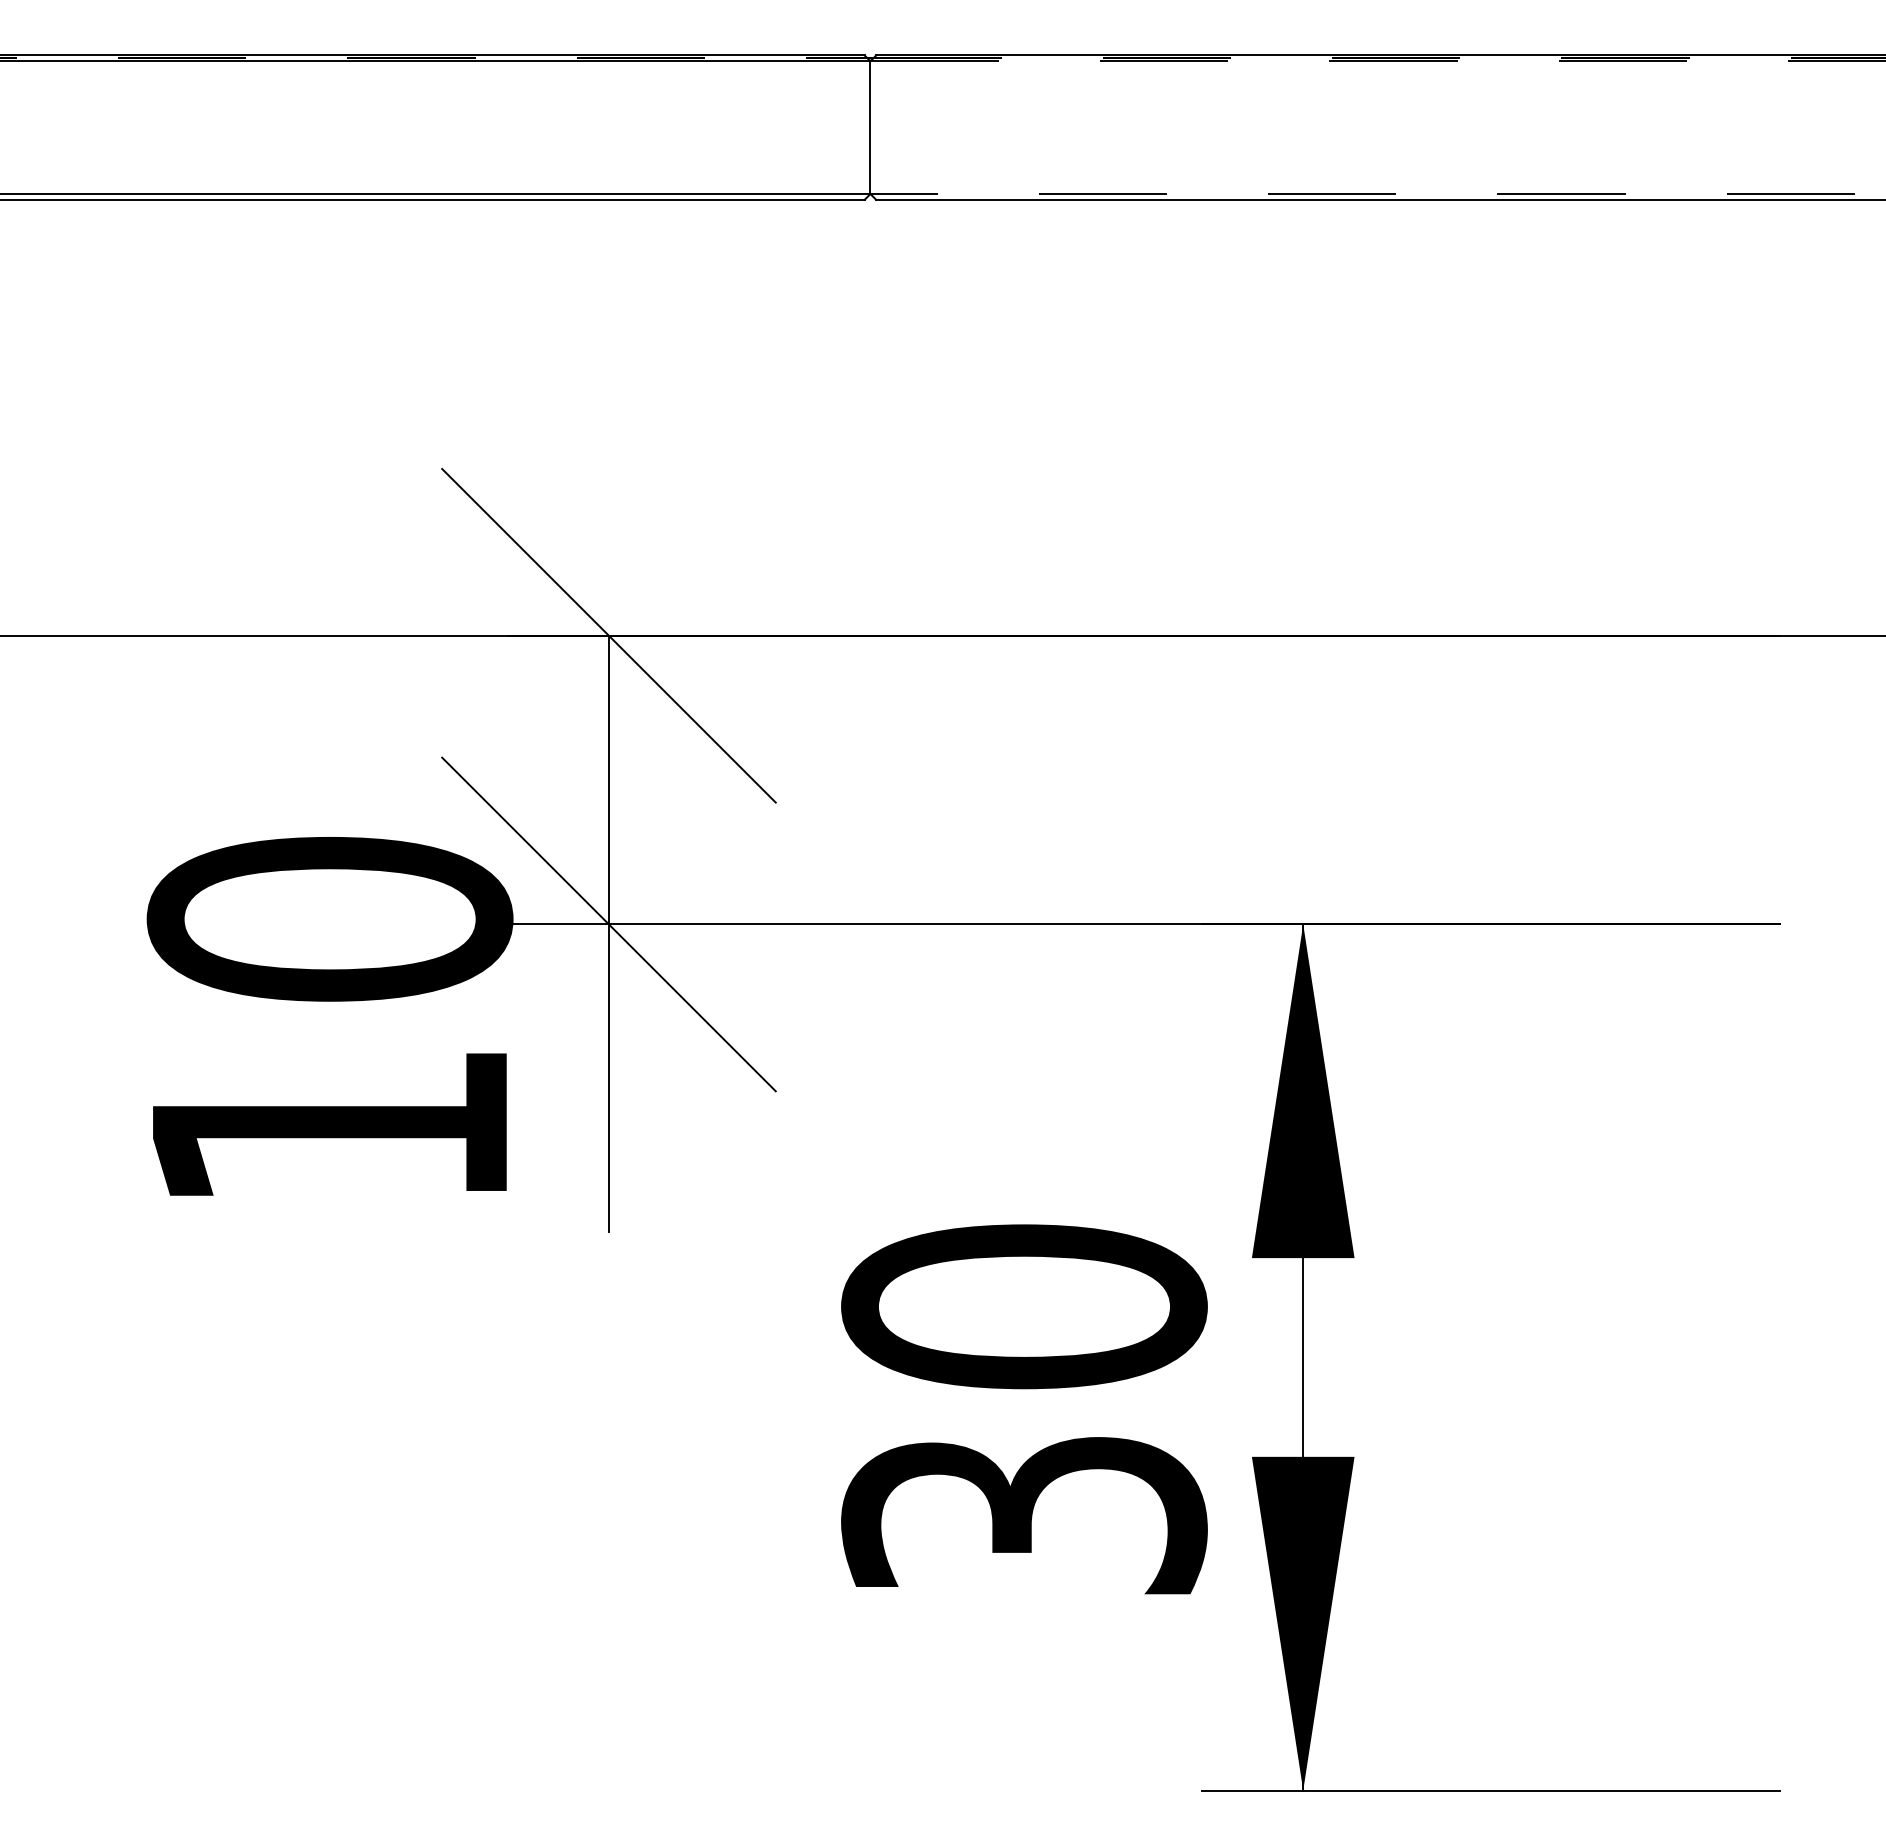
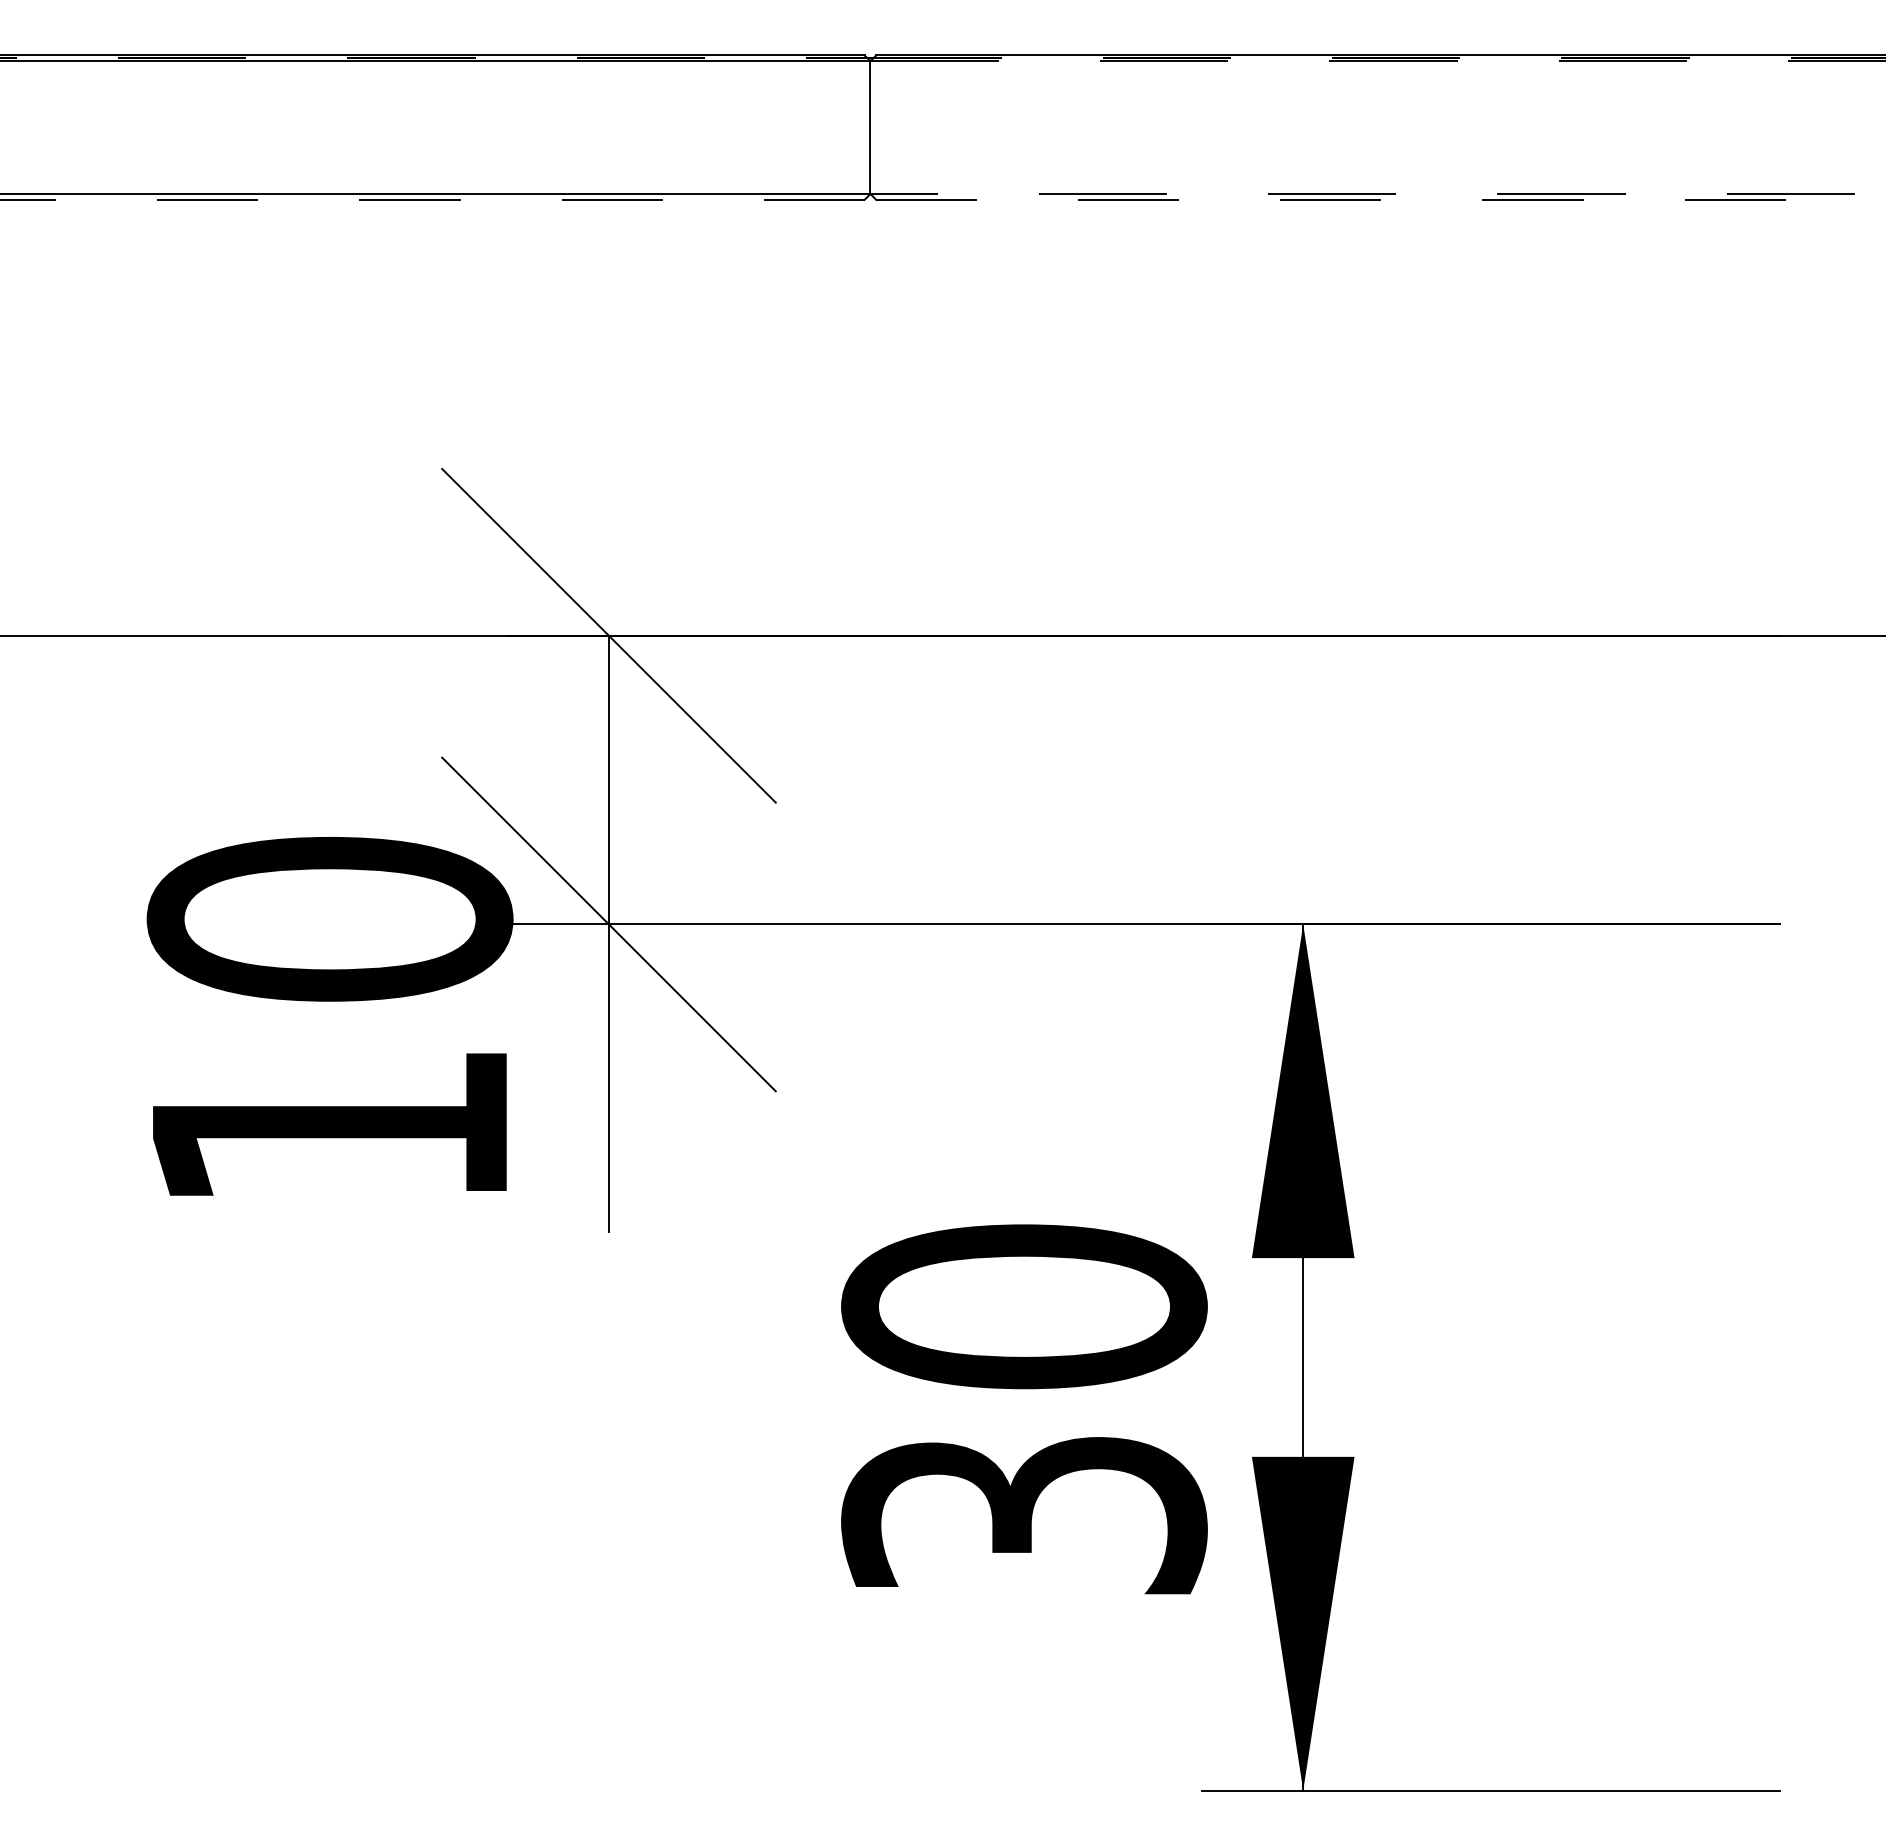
line at (432, 199): solid -> dashed
line at (1381, 199): solid -> dashed
